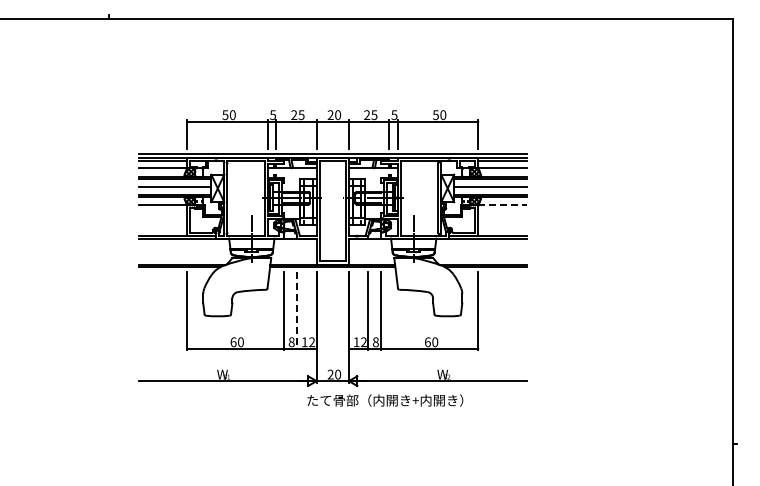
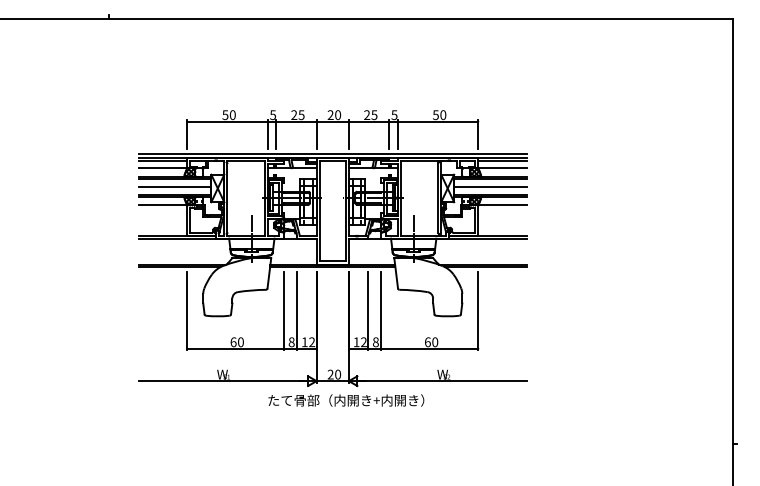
line at (502, 205): dashed -> solid
line at (297, 311): dashed -> solid
text at (385, 400) position: (385, 400) -> (346, 400)
